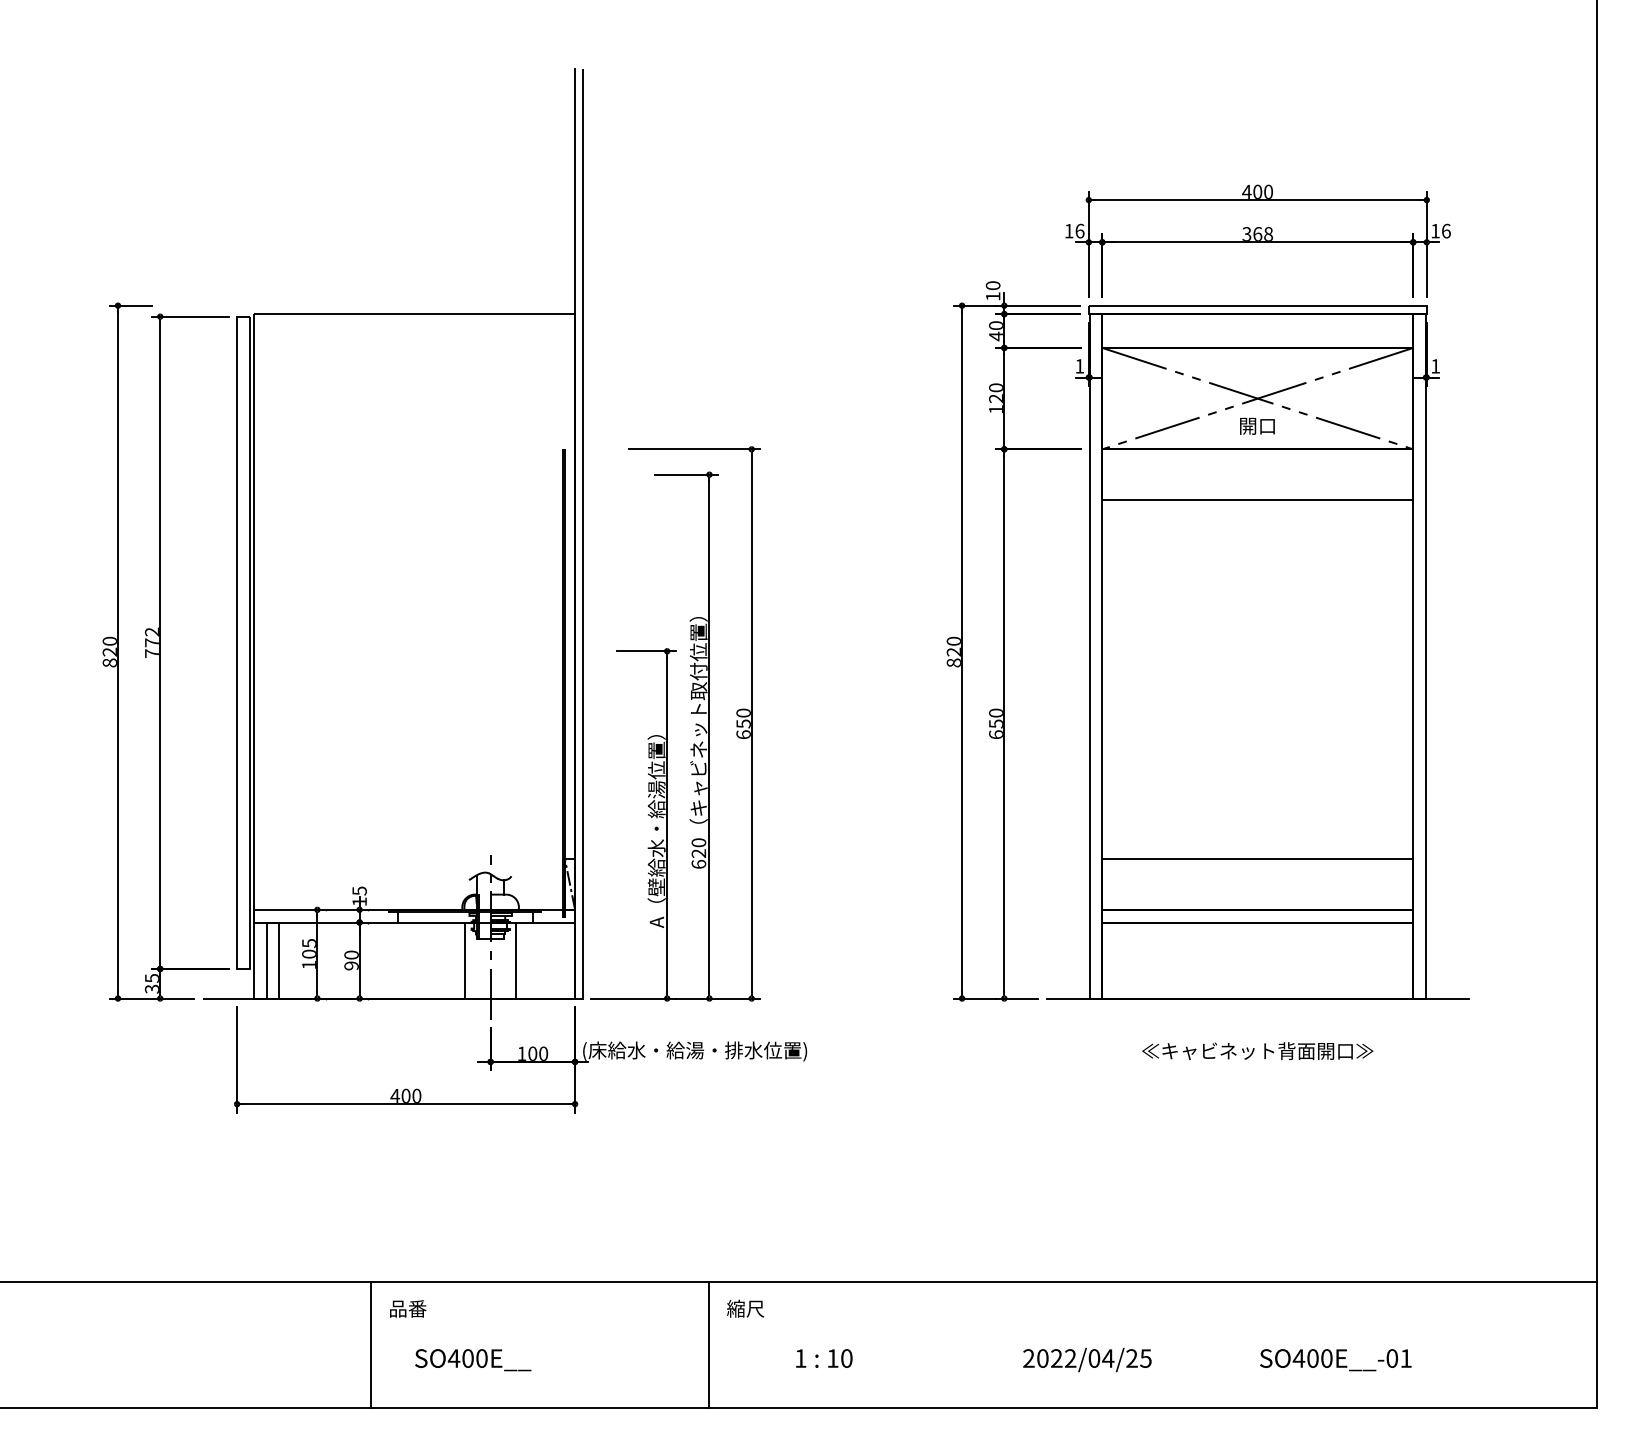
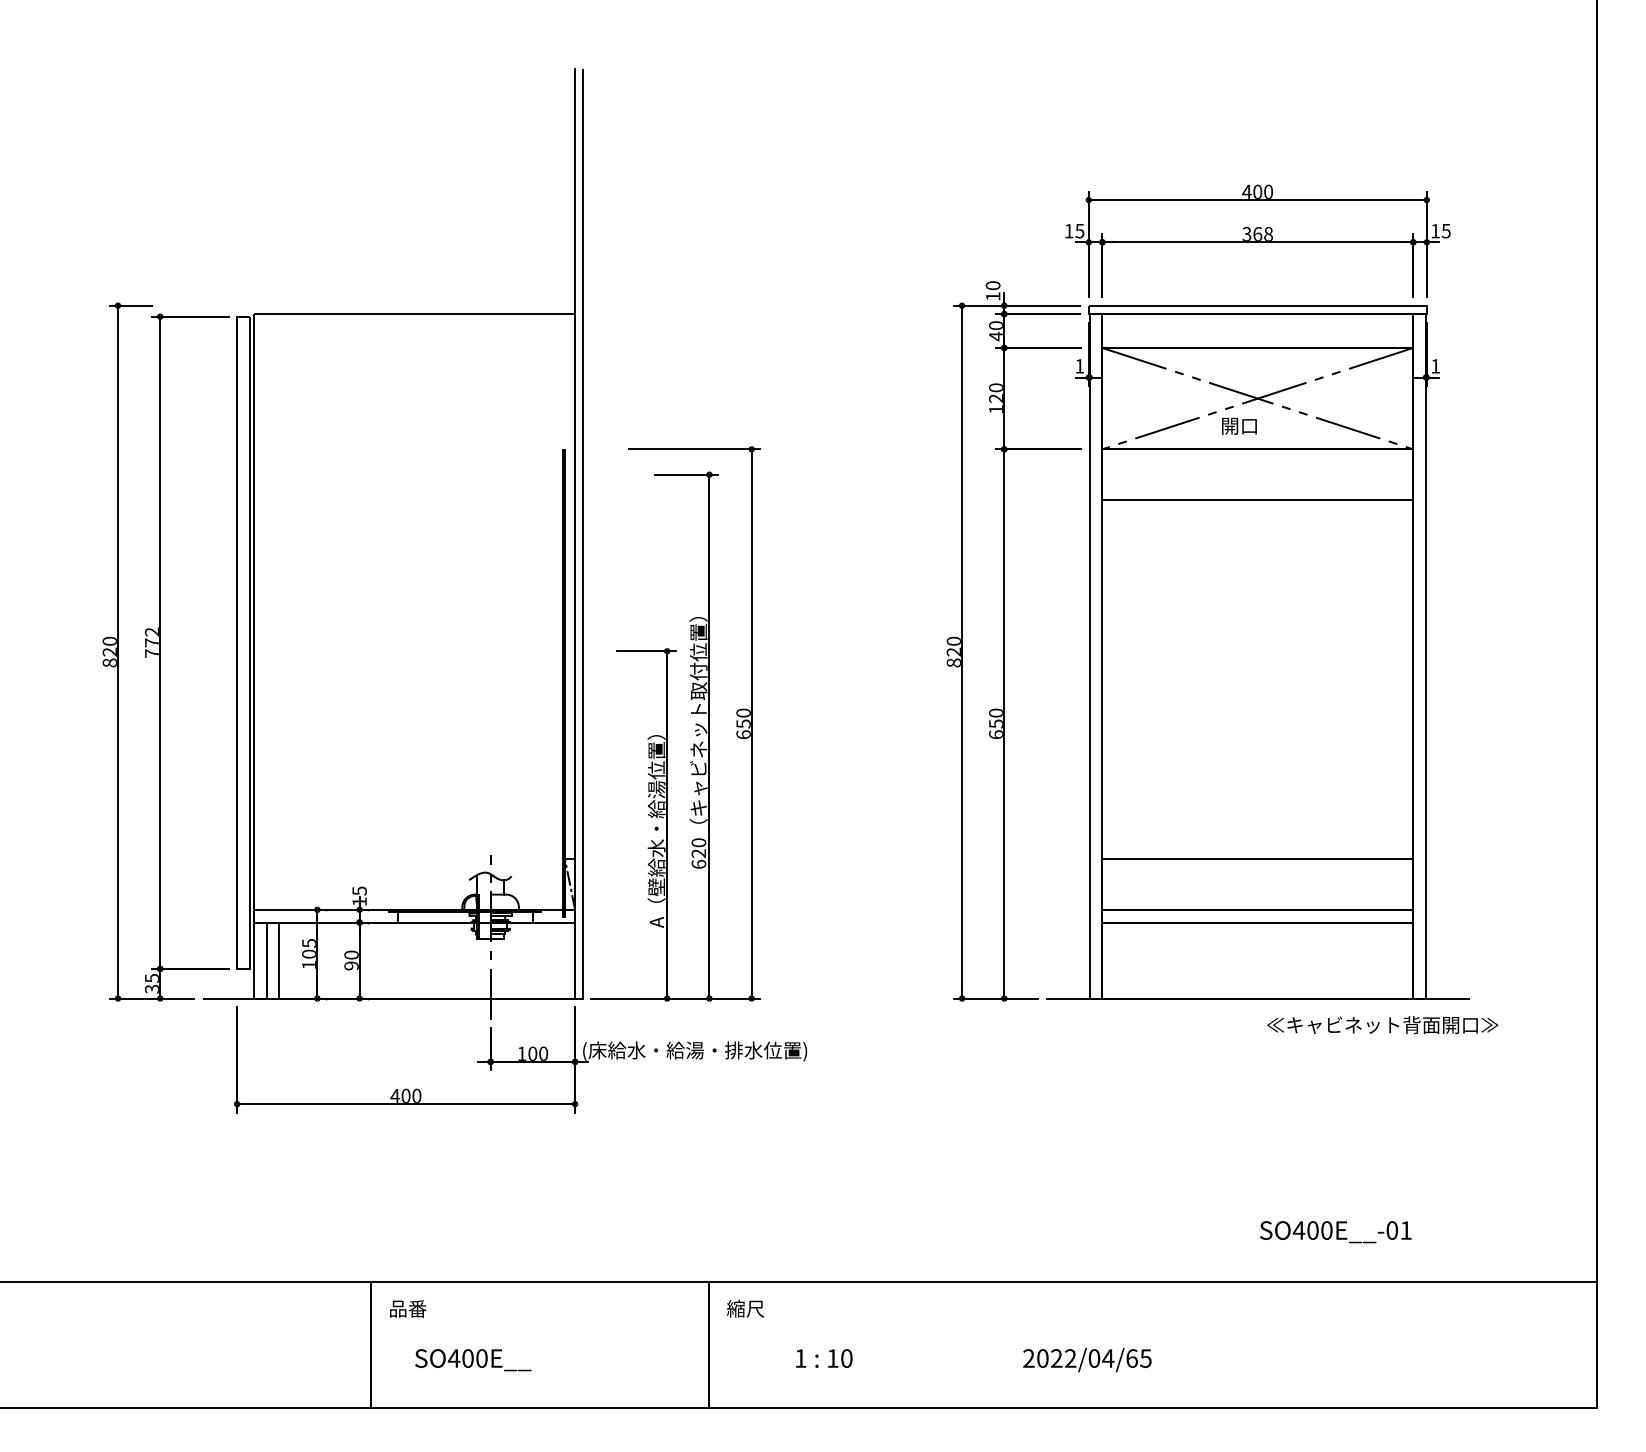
text at (1079, 230): 16 -> 15
text at (1445, 230): 16 -> 15
text at (1257, 426) position: (1257, 426) -> (1239, 426)
line at (465, 960): present -> none
line at (515, 960): present -> none
text at (1257, 1051) position: (1257, 1051) -> (1382, 1025)
text at (1131, 1358): 2022/04/25 -> 2022/04/65
text at (1335, 1360) position: (1335, 1360) -> (1335, 1232)
